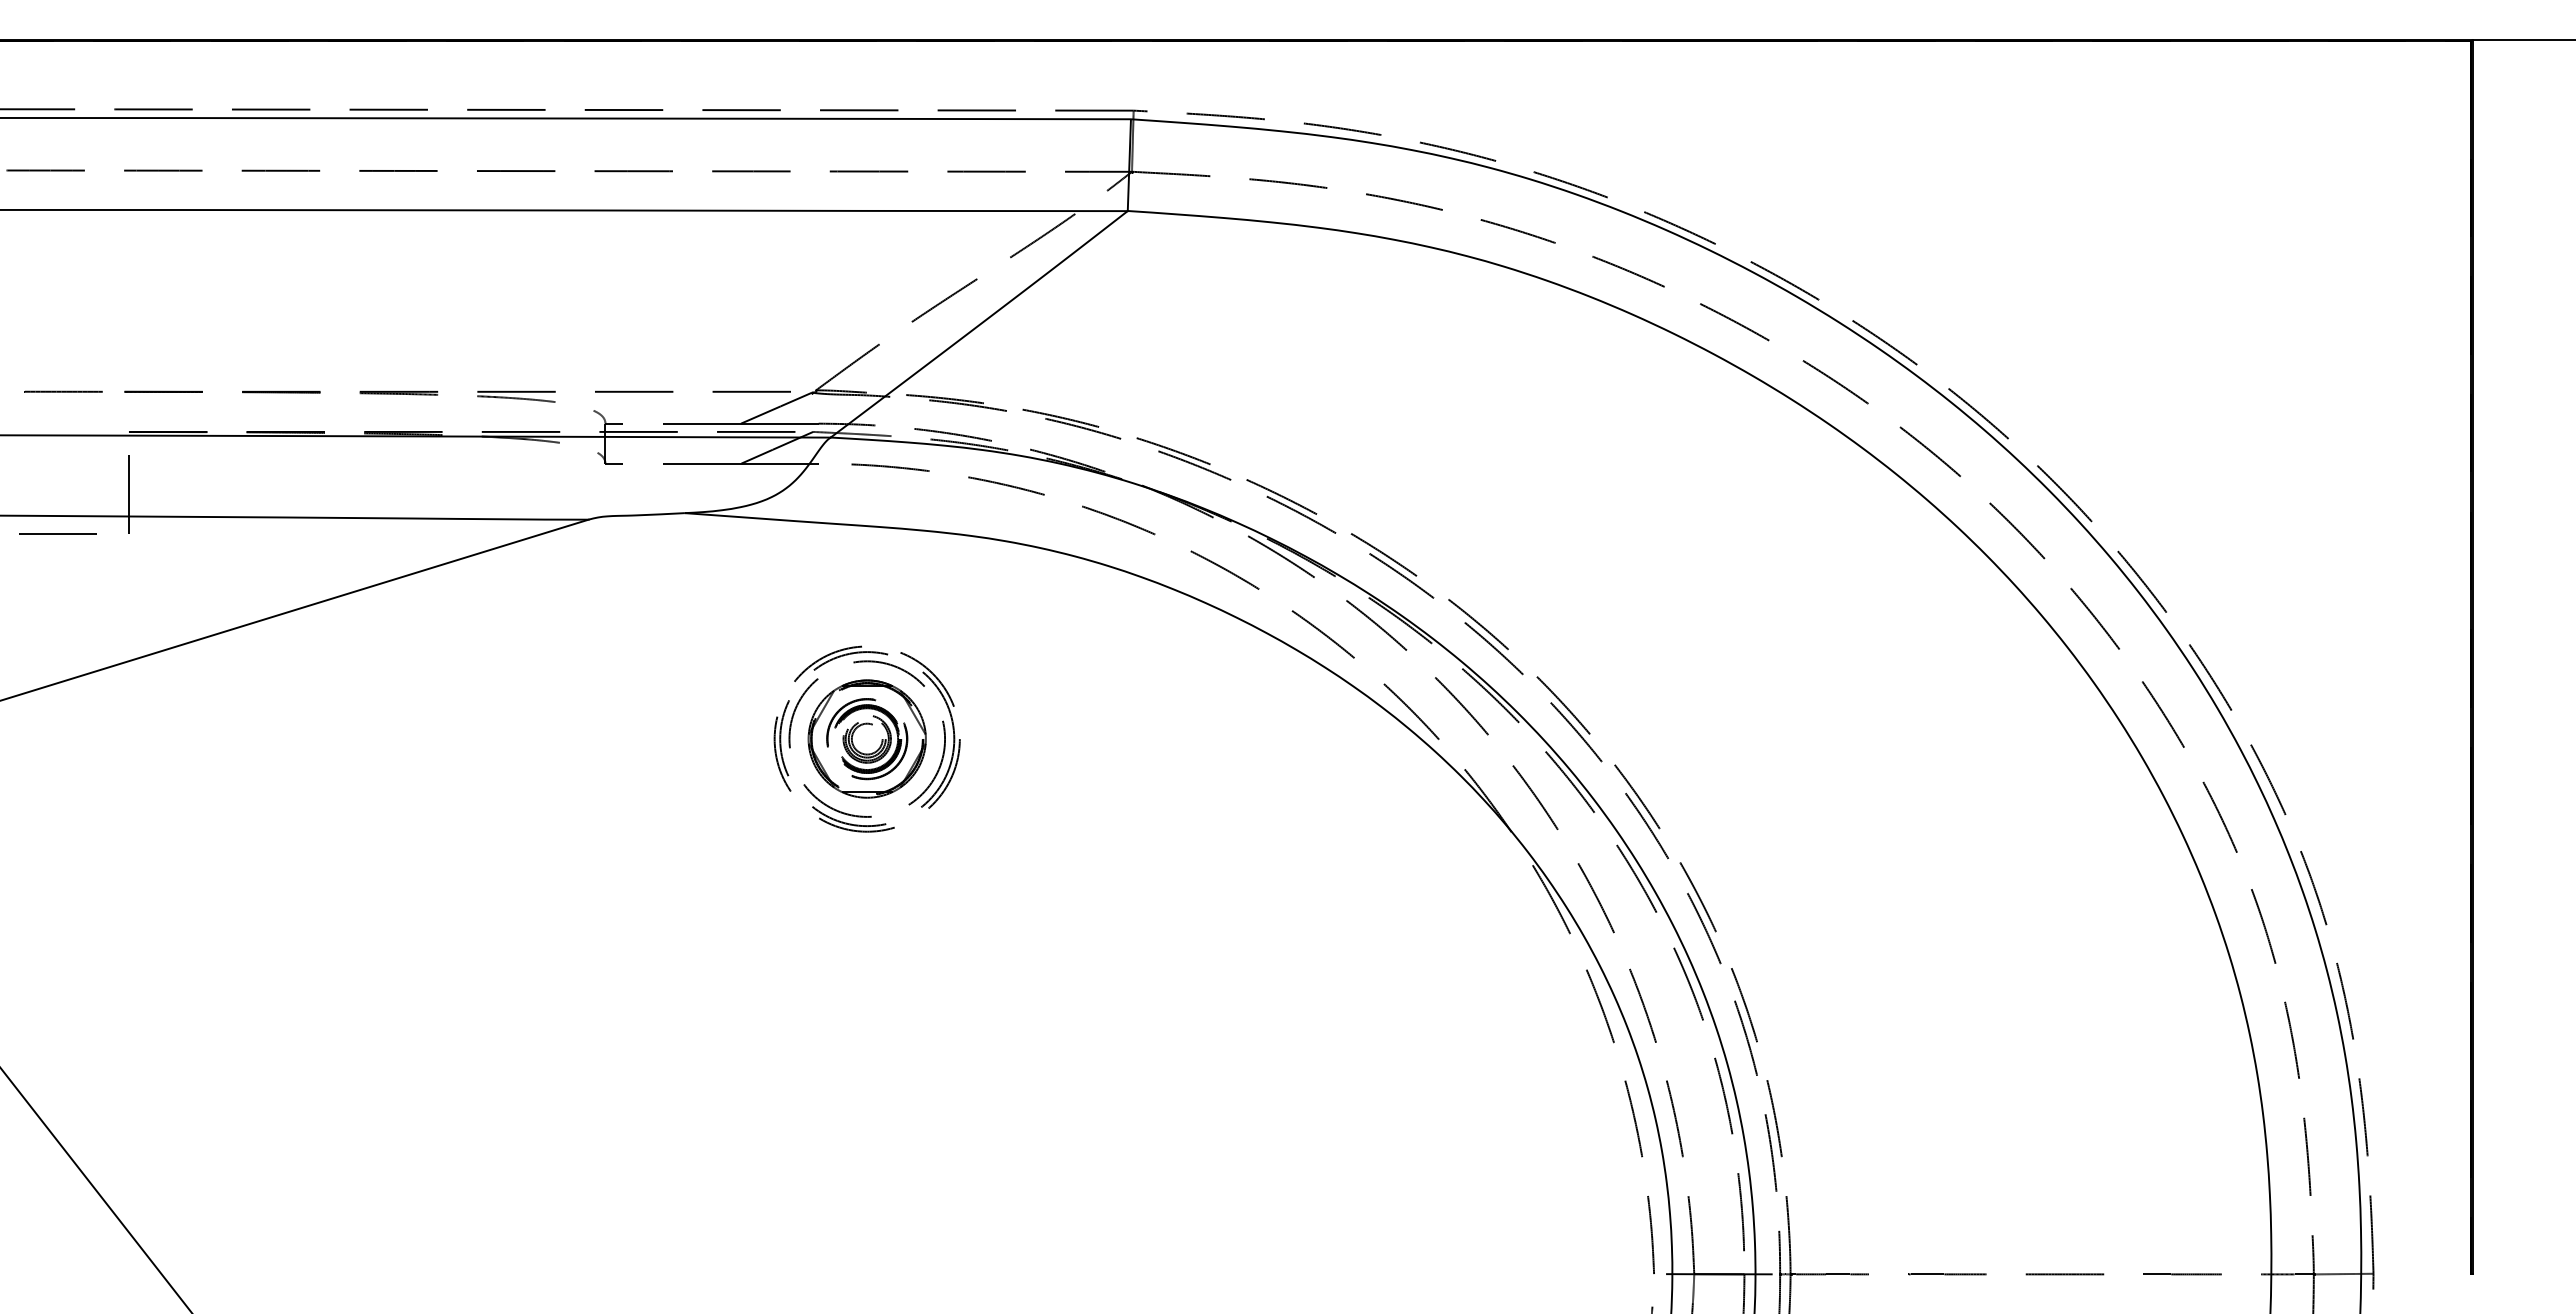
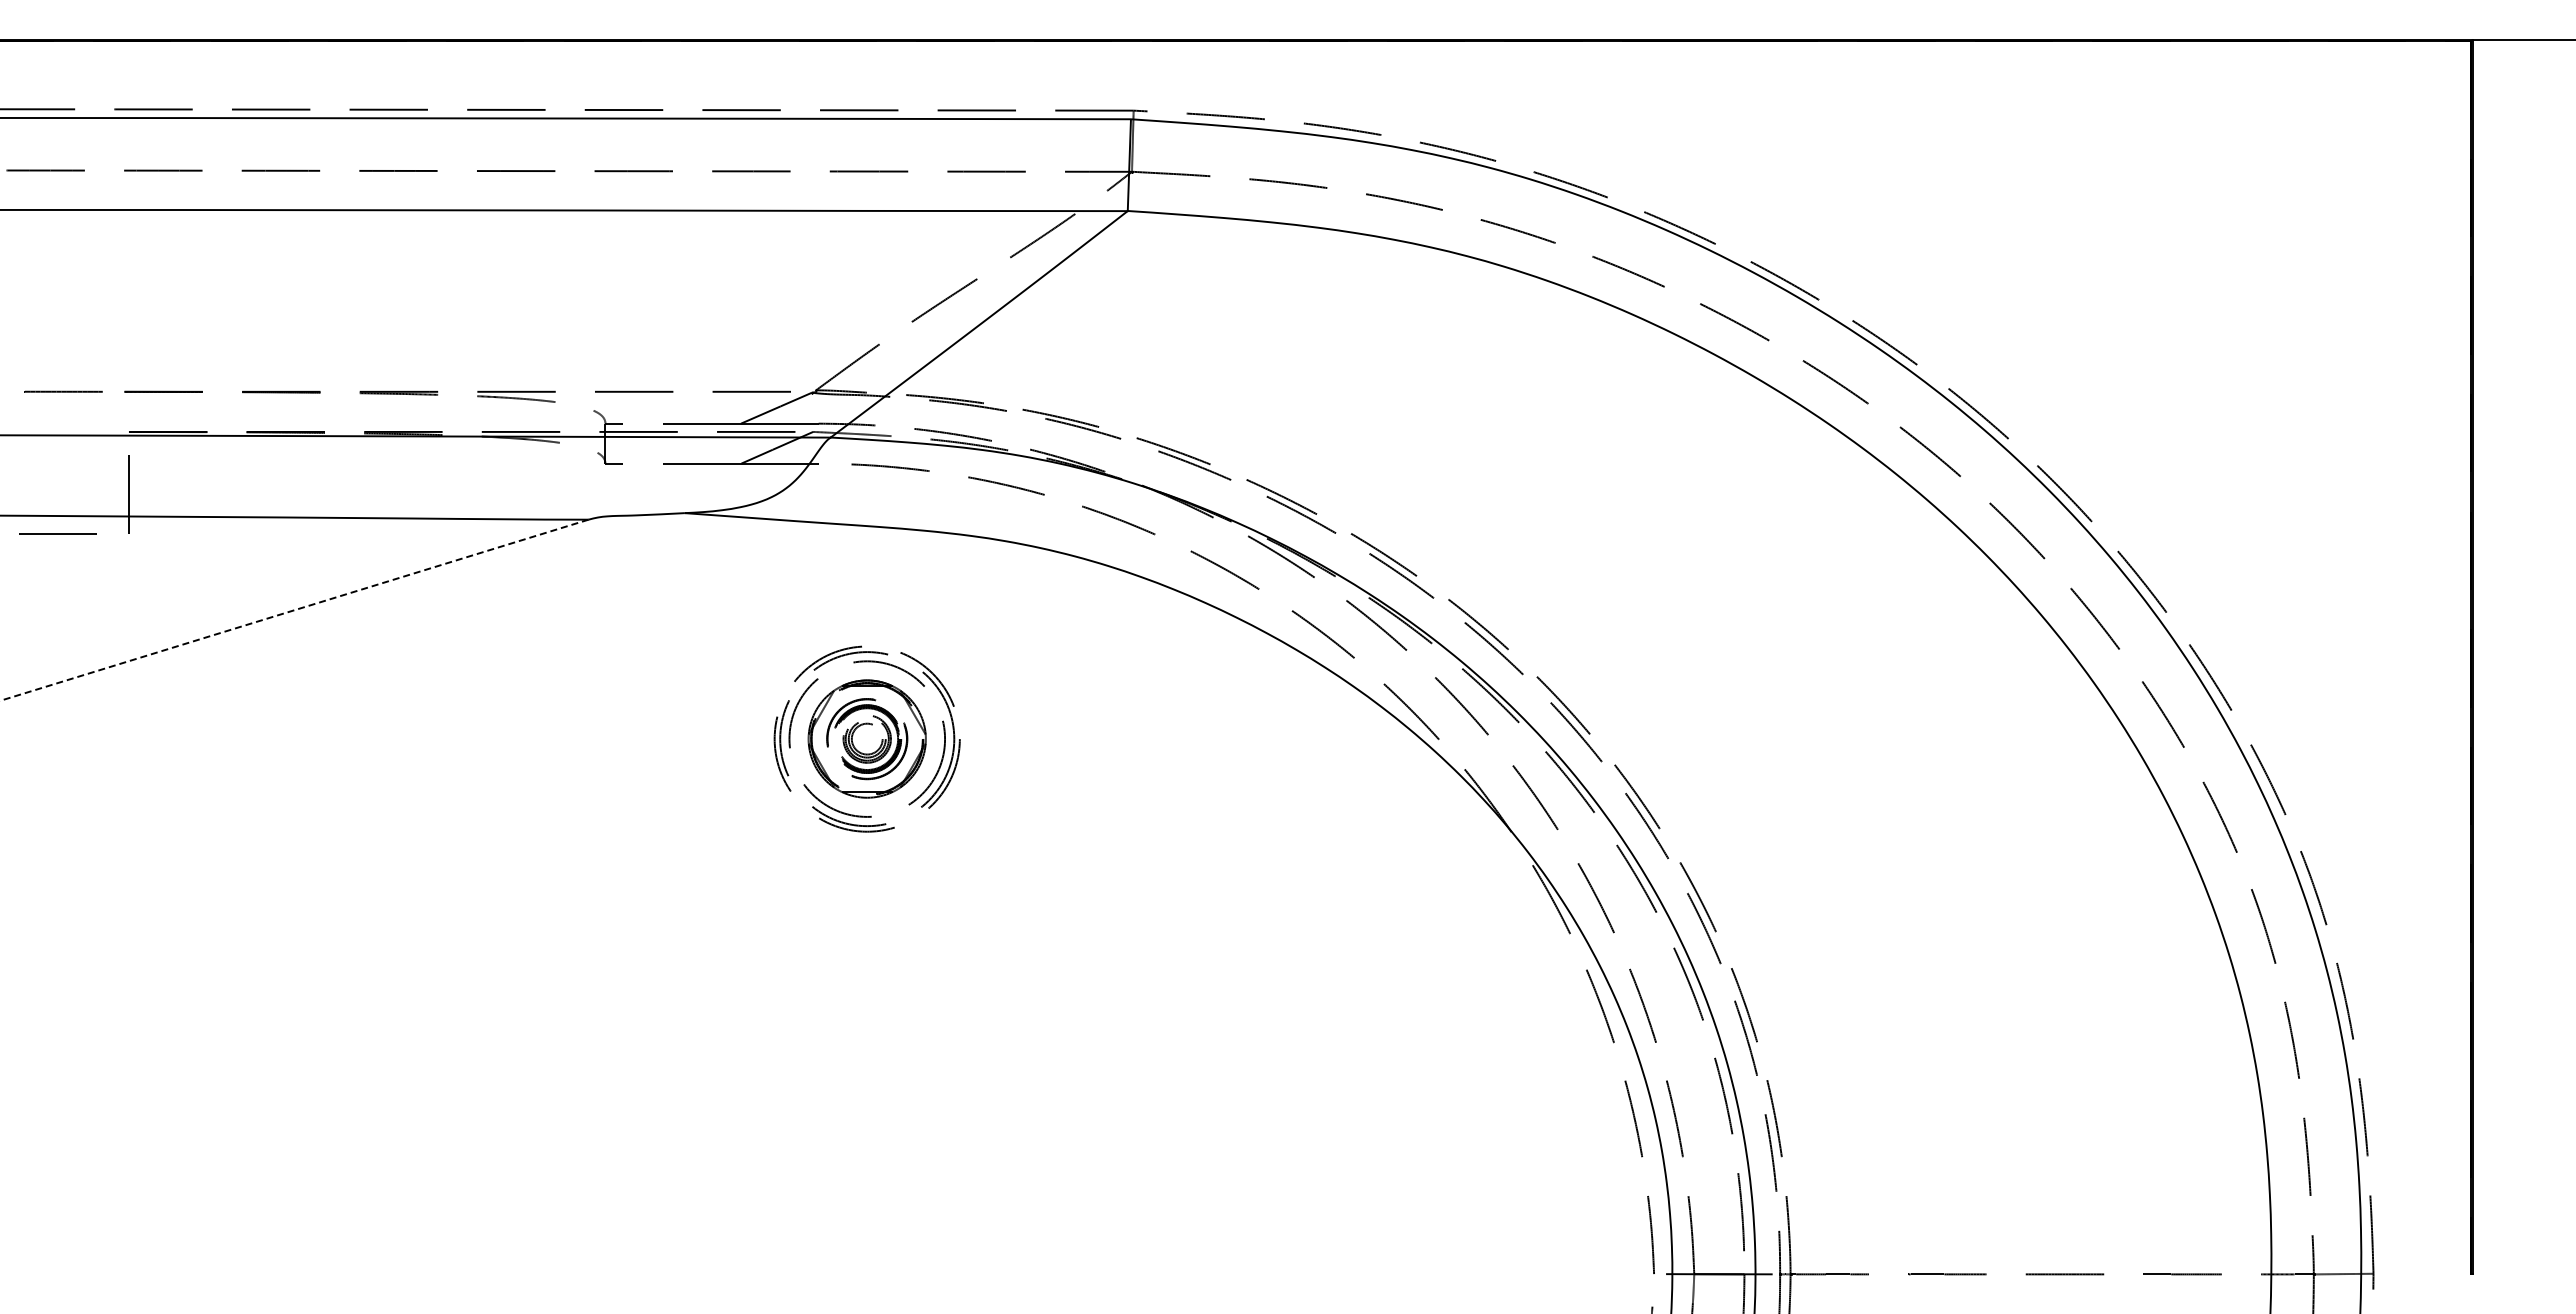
line at (294, 610): solid -> dashed
line at (95, 1189): present -> none
